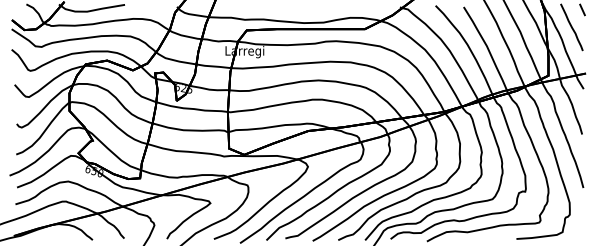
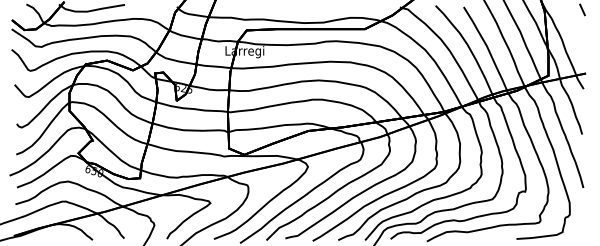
line at (571, 27): present -> none
